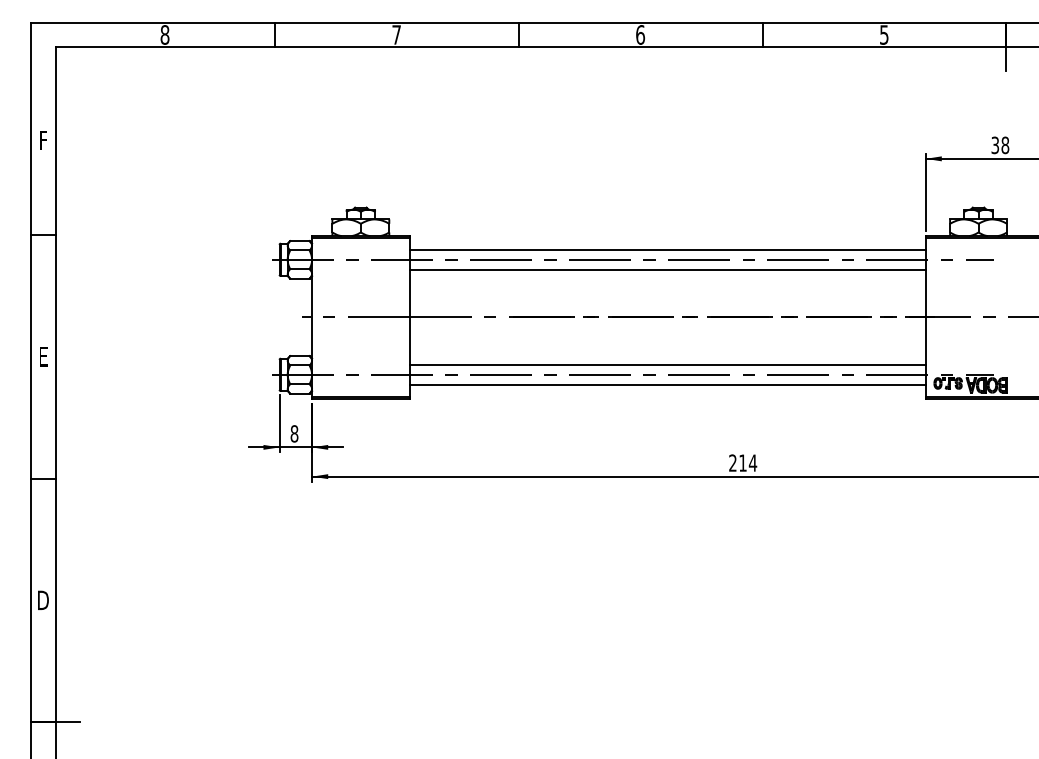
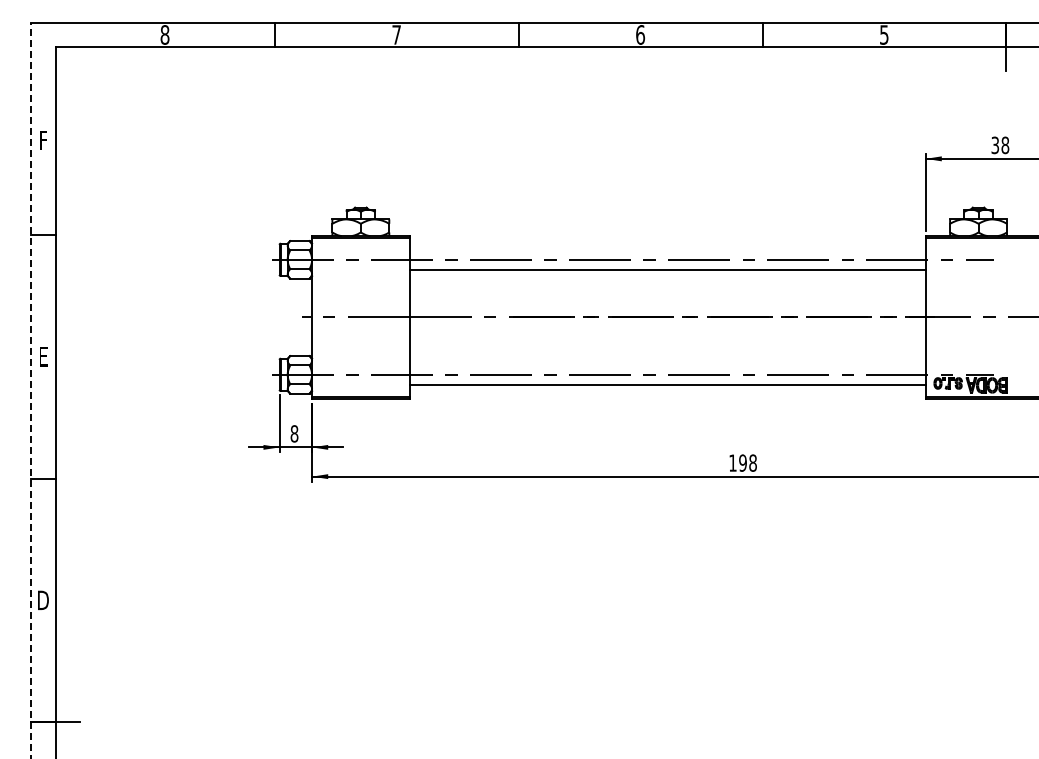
line at (667, 249): present -> none
line at (667, 364): present -> none
line at (31, 390): solid -> dashed
text at (743, 462): 214 -> 198
